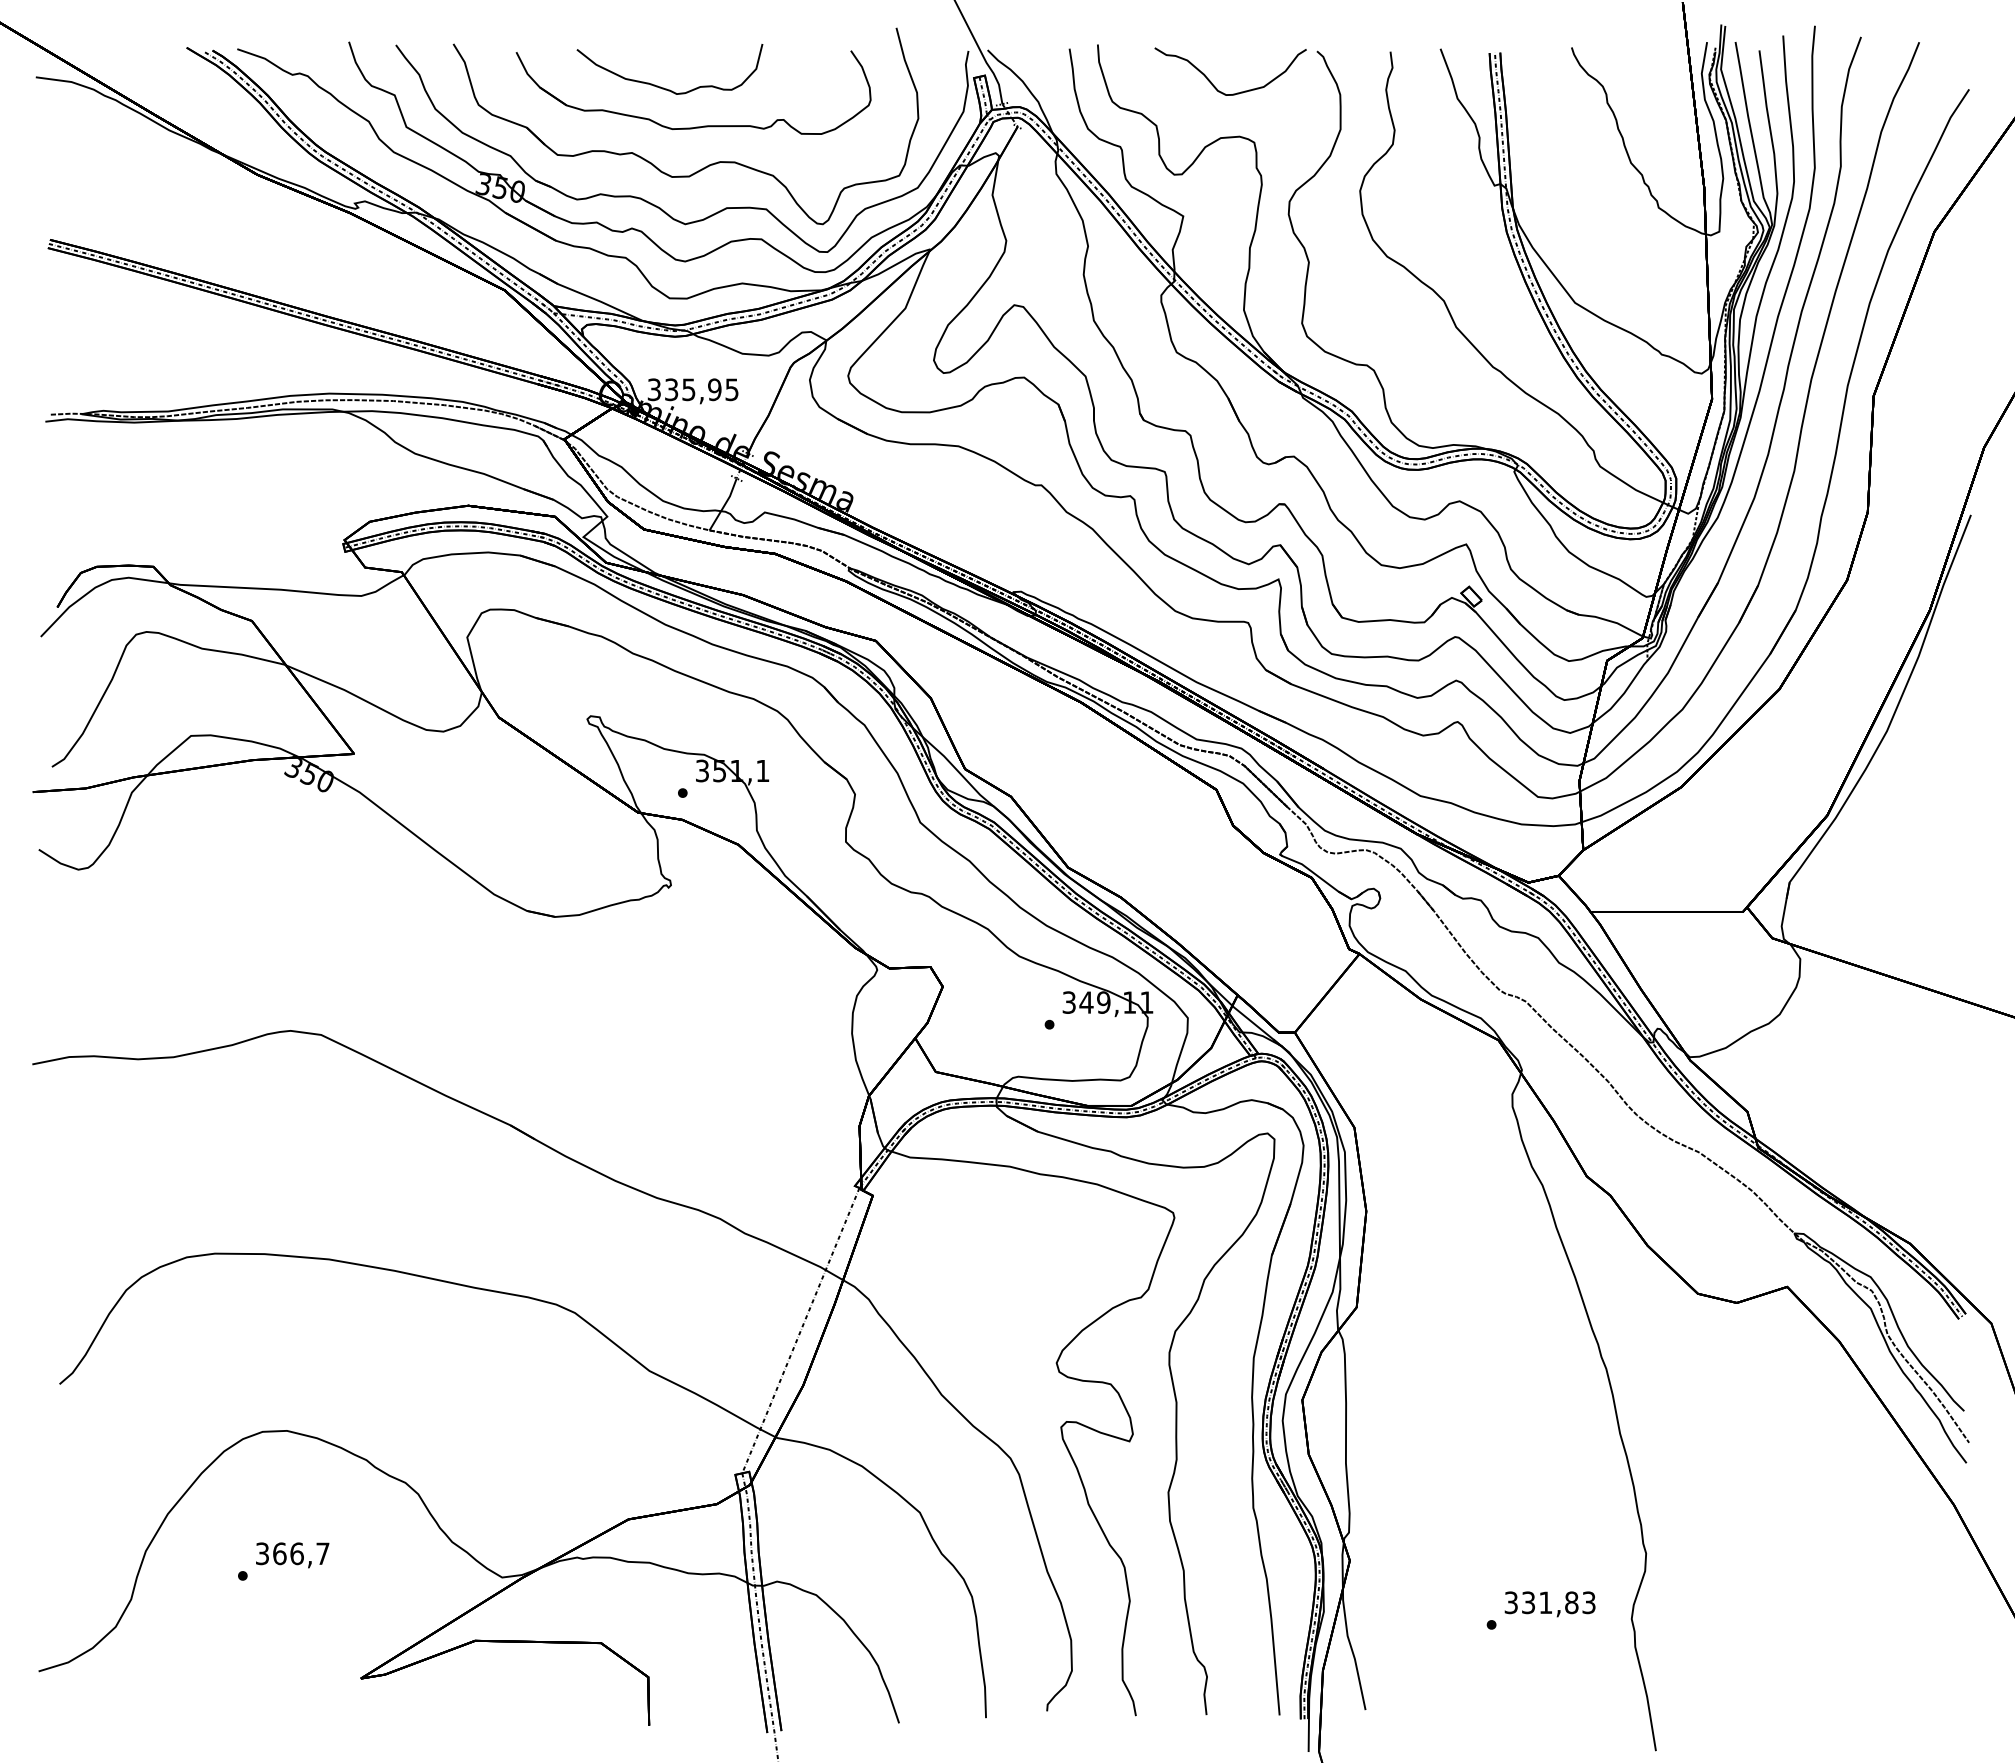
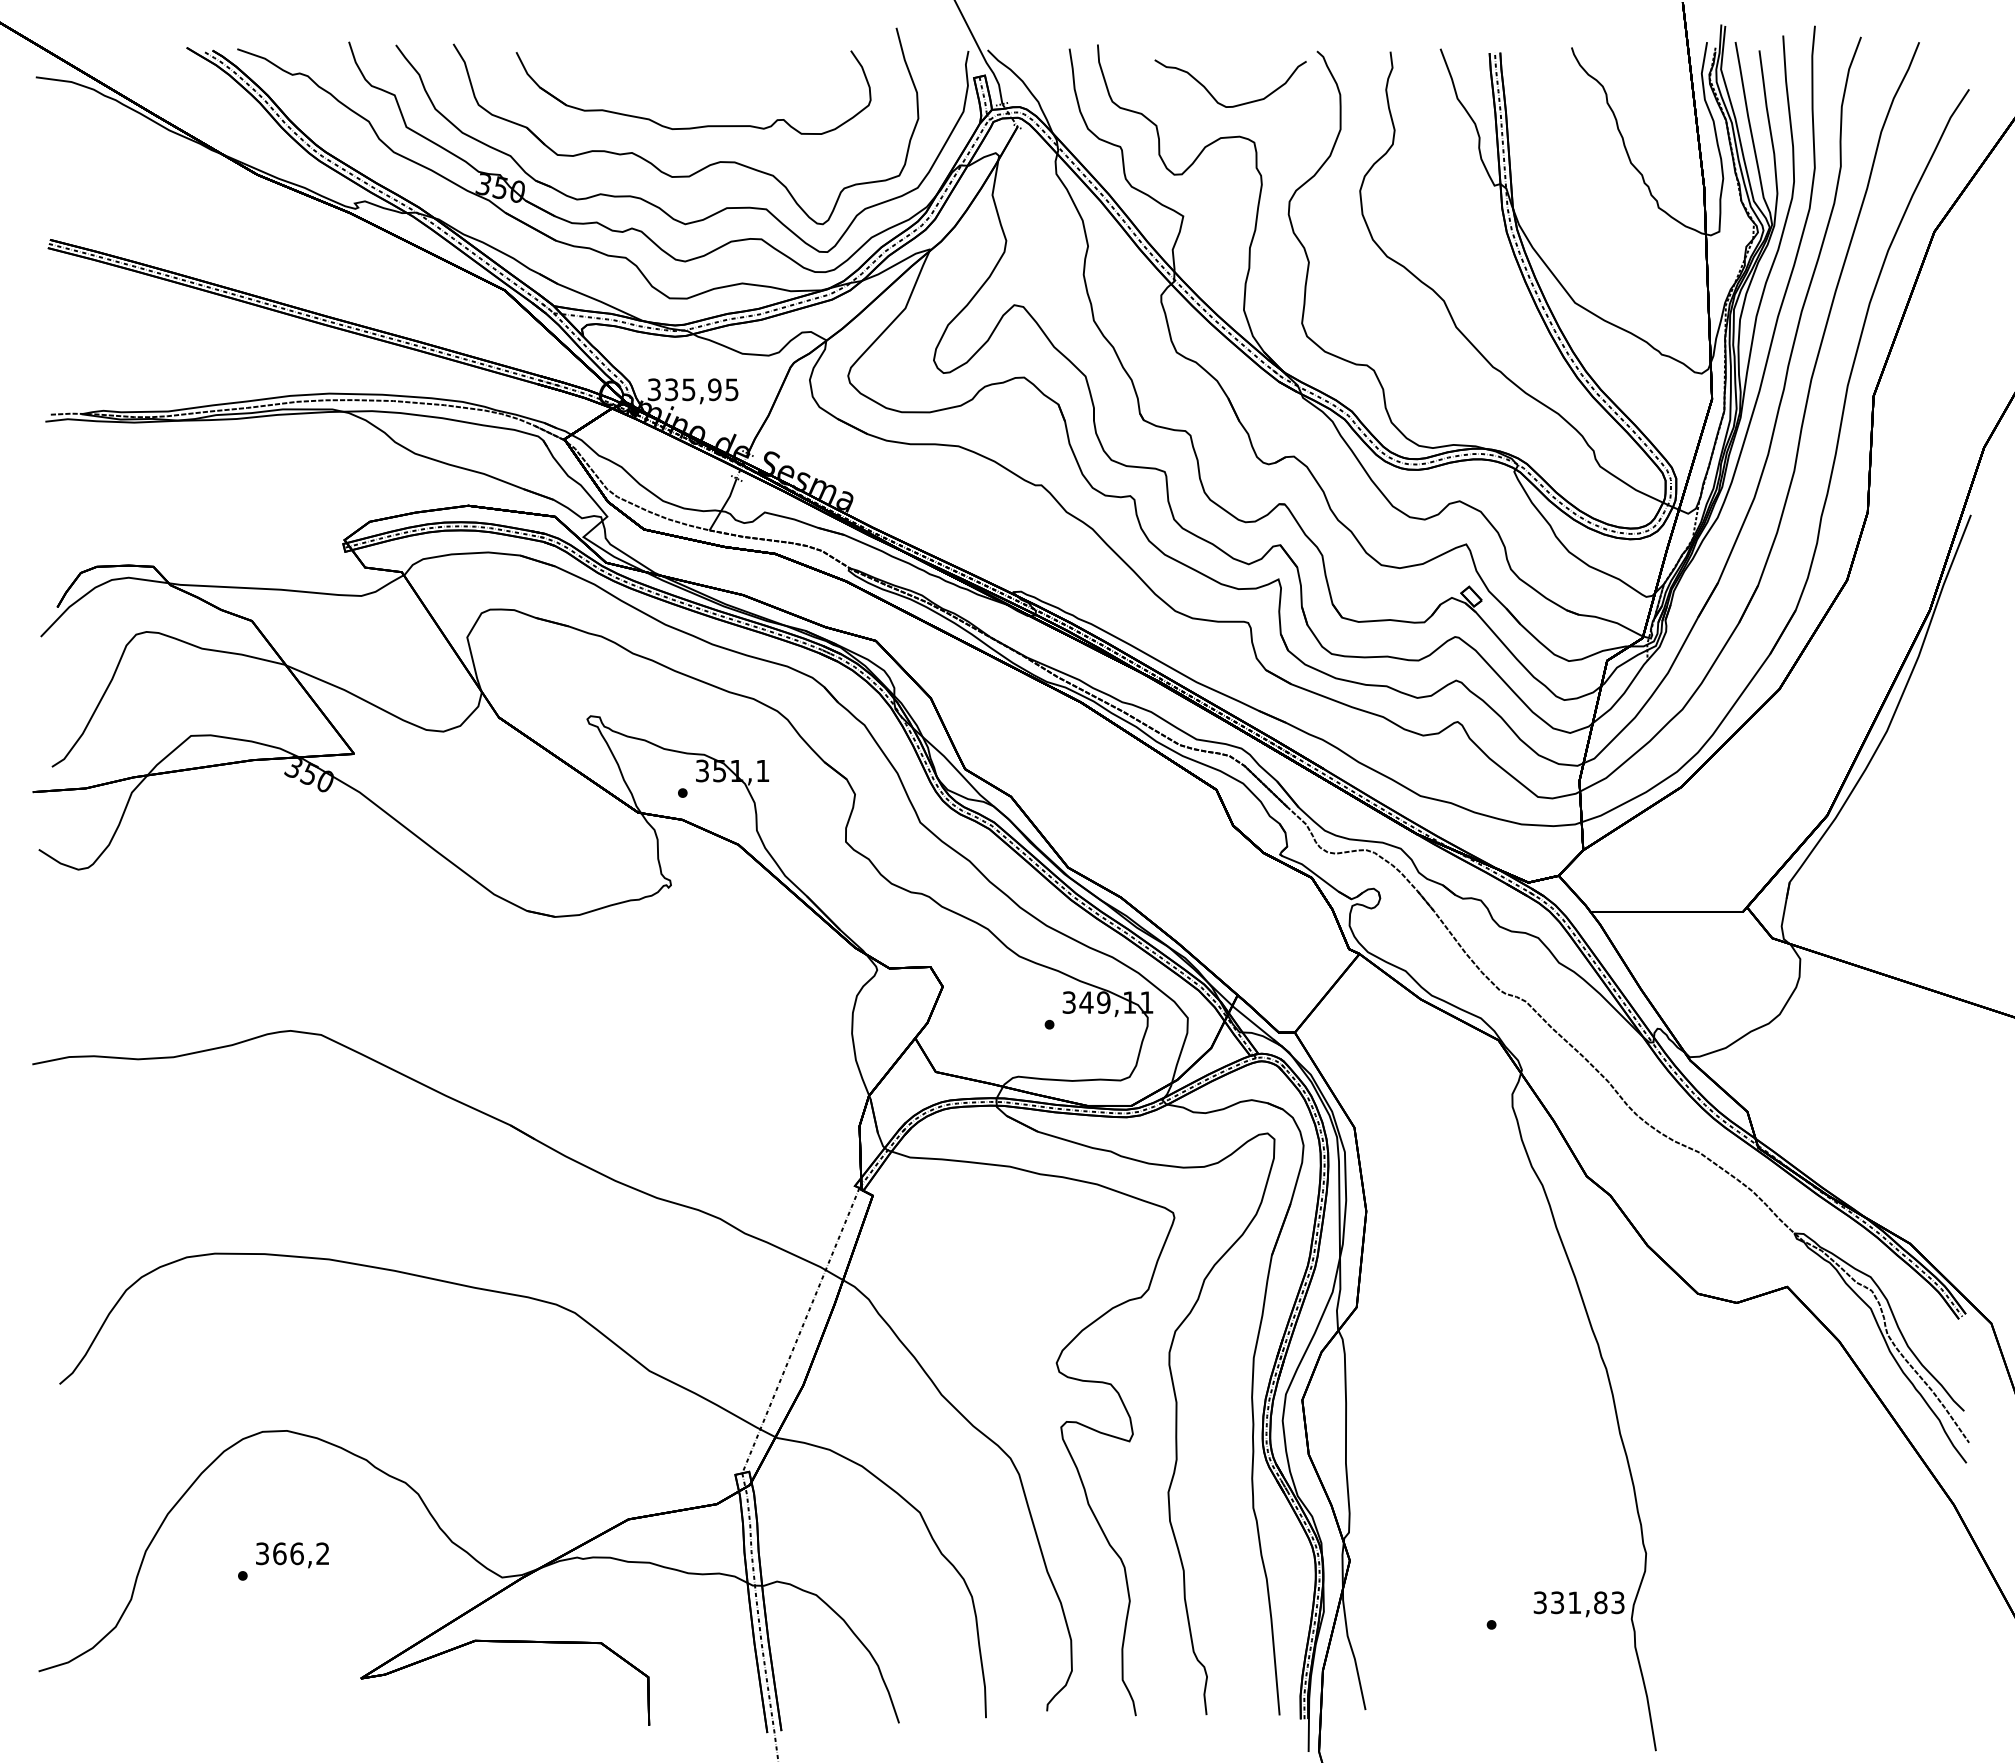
curve at (1215, 86) position: (1215, 86) -> (1215, 98)
curve at (663, 87): present -> none
text at (322, 1553): 366,7 -> 366,2
text at (1549, 1604) position: (1549, 1604) -> (1578, 1604)
